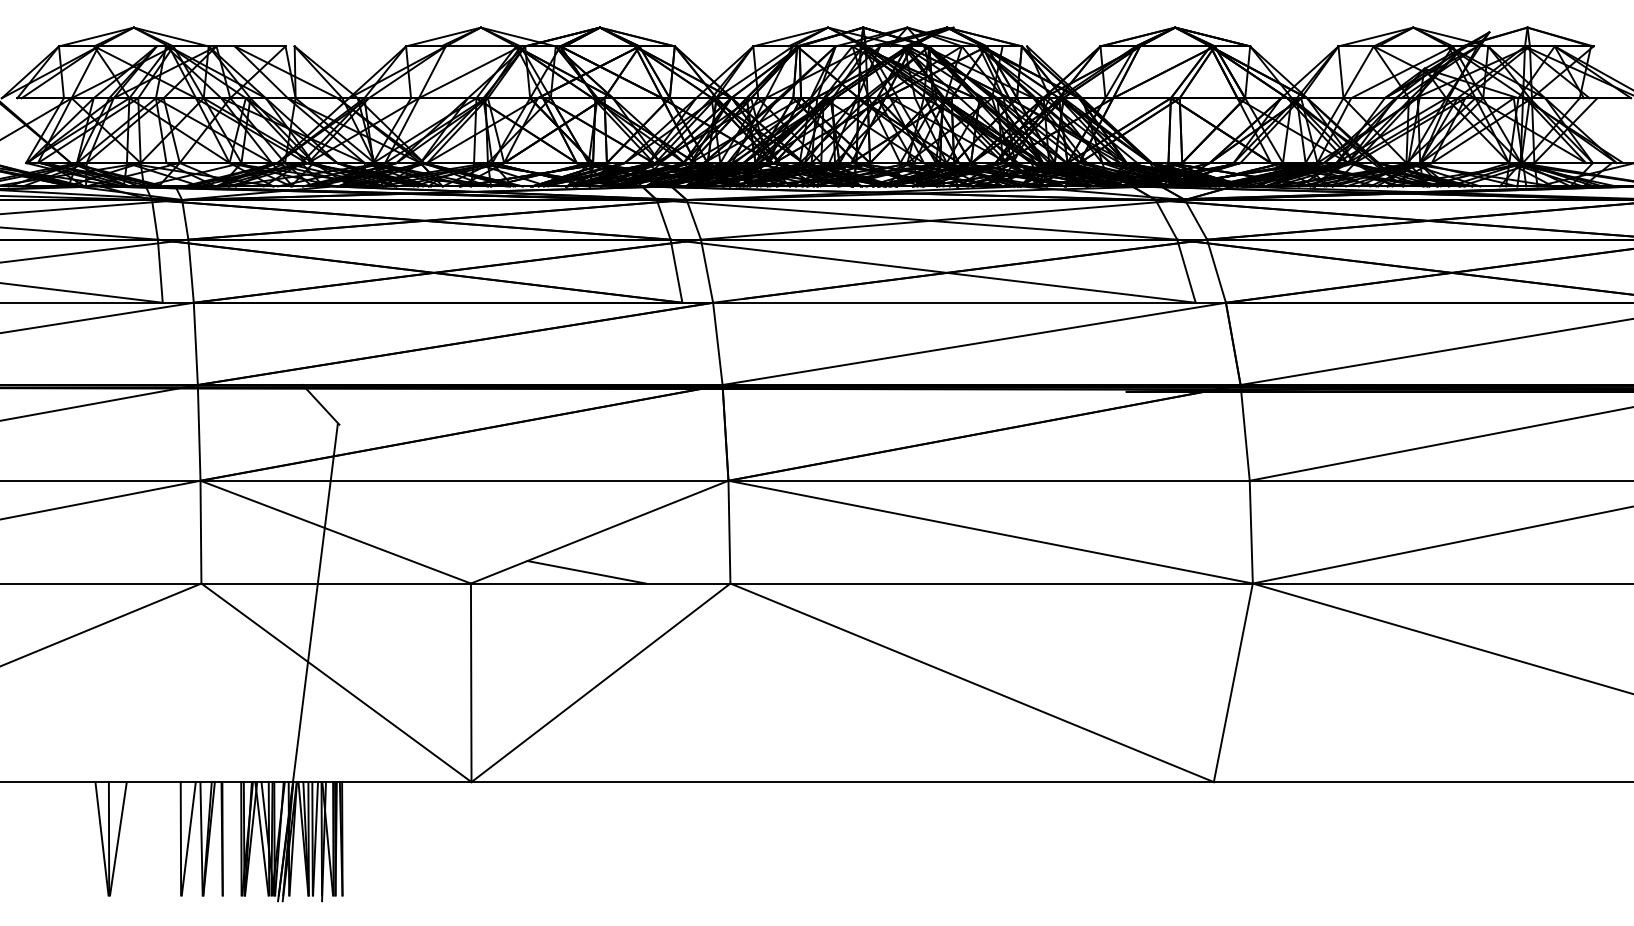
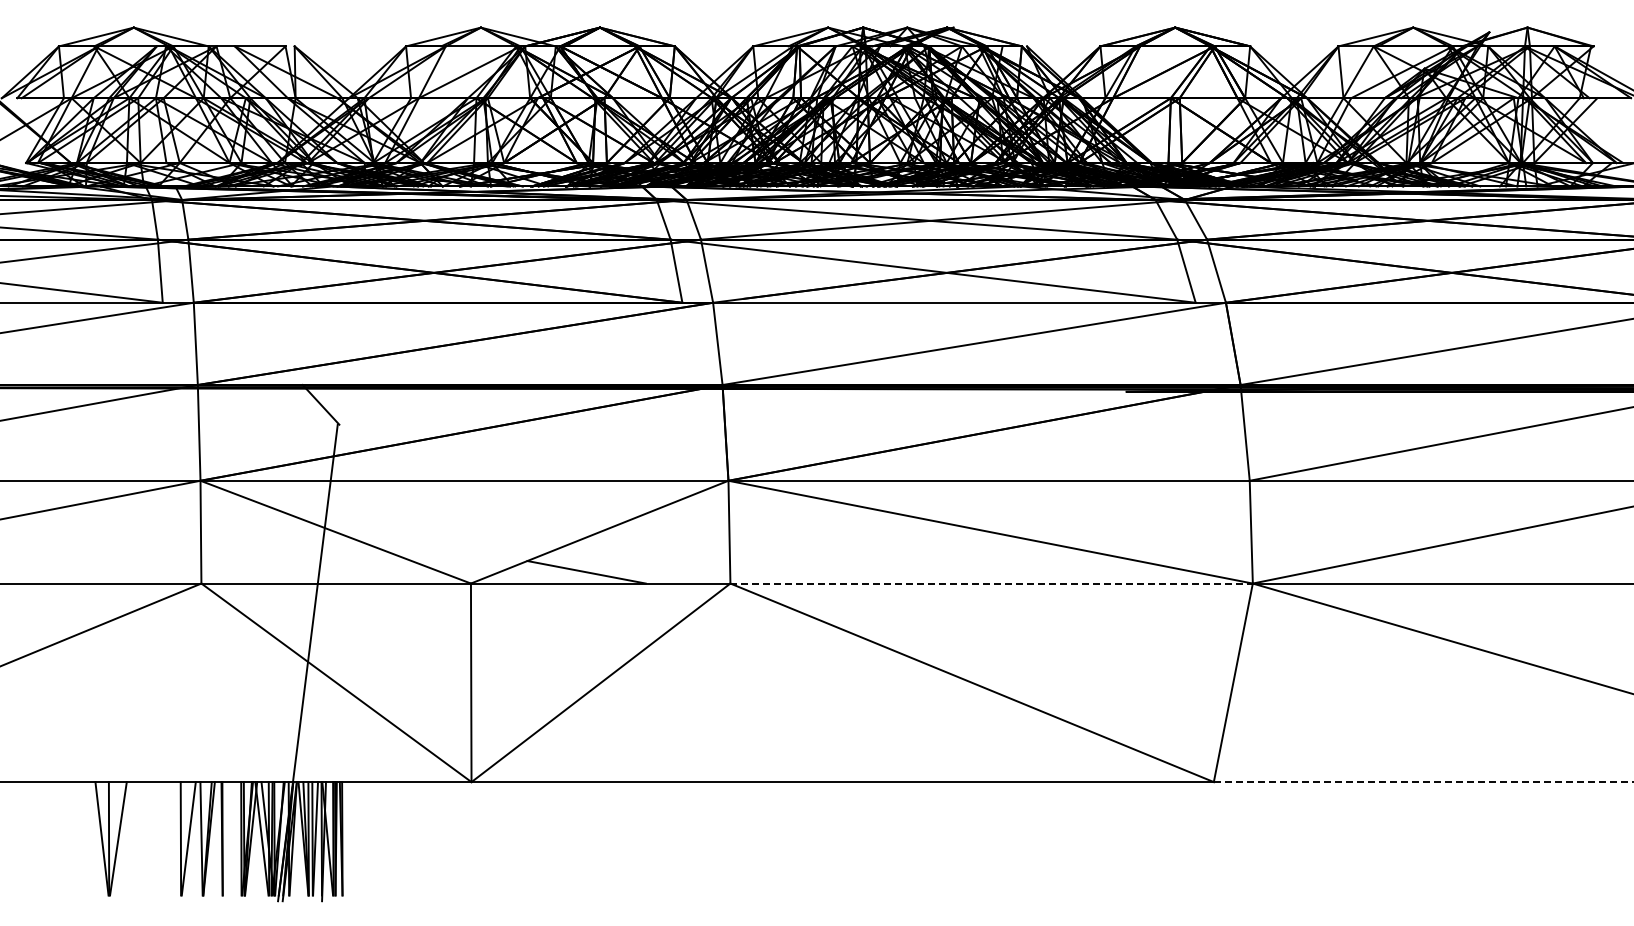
line at (992, 583): solid -> dashed
line at (1423, 782): solid -> dashed
